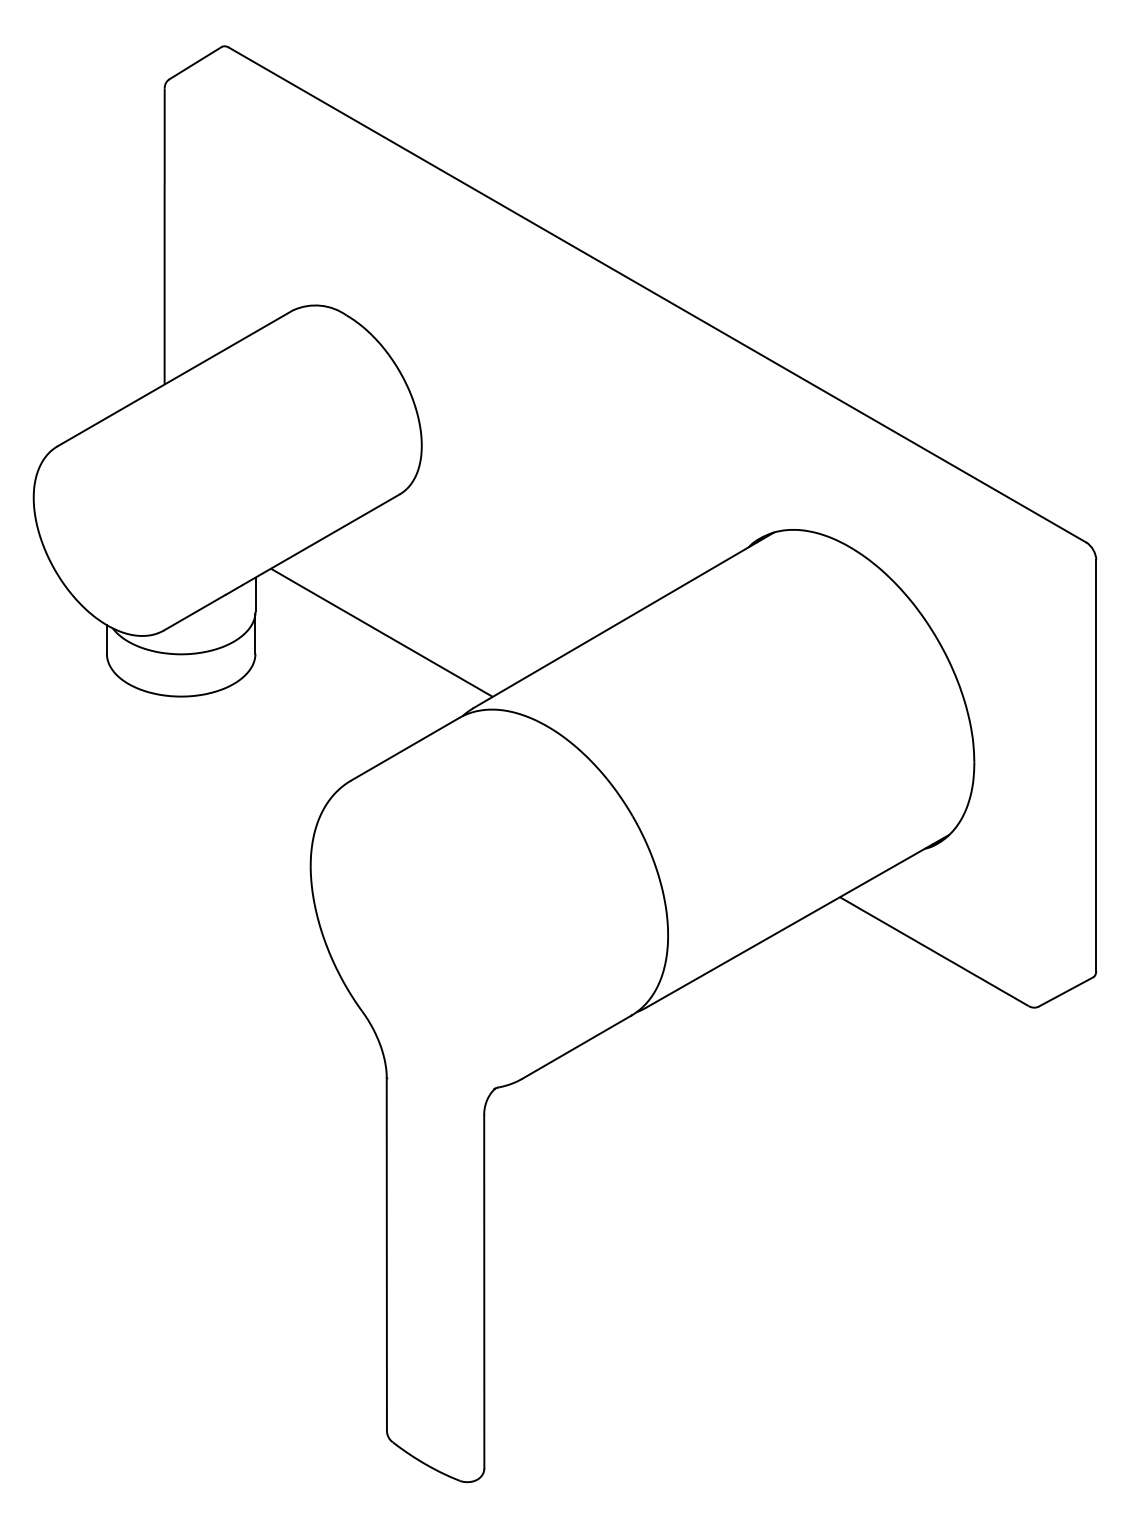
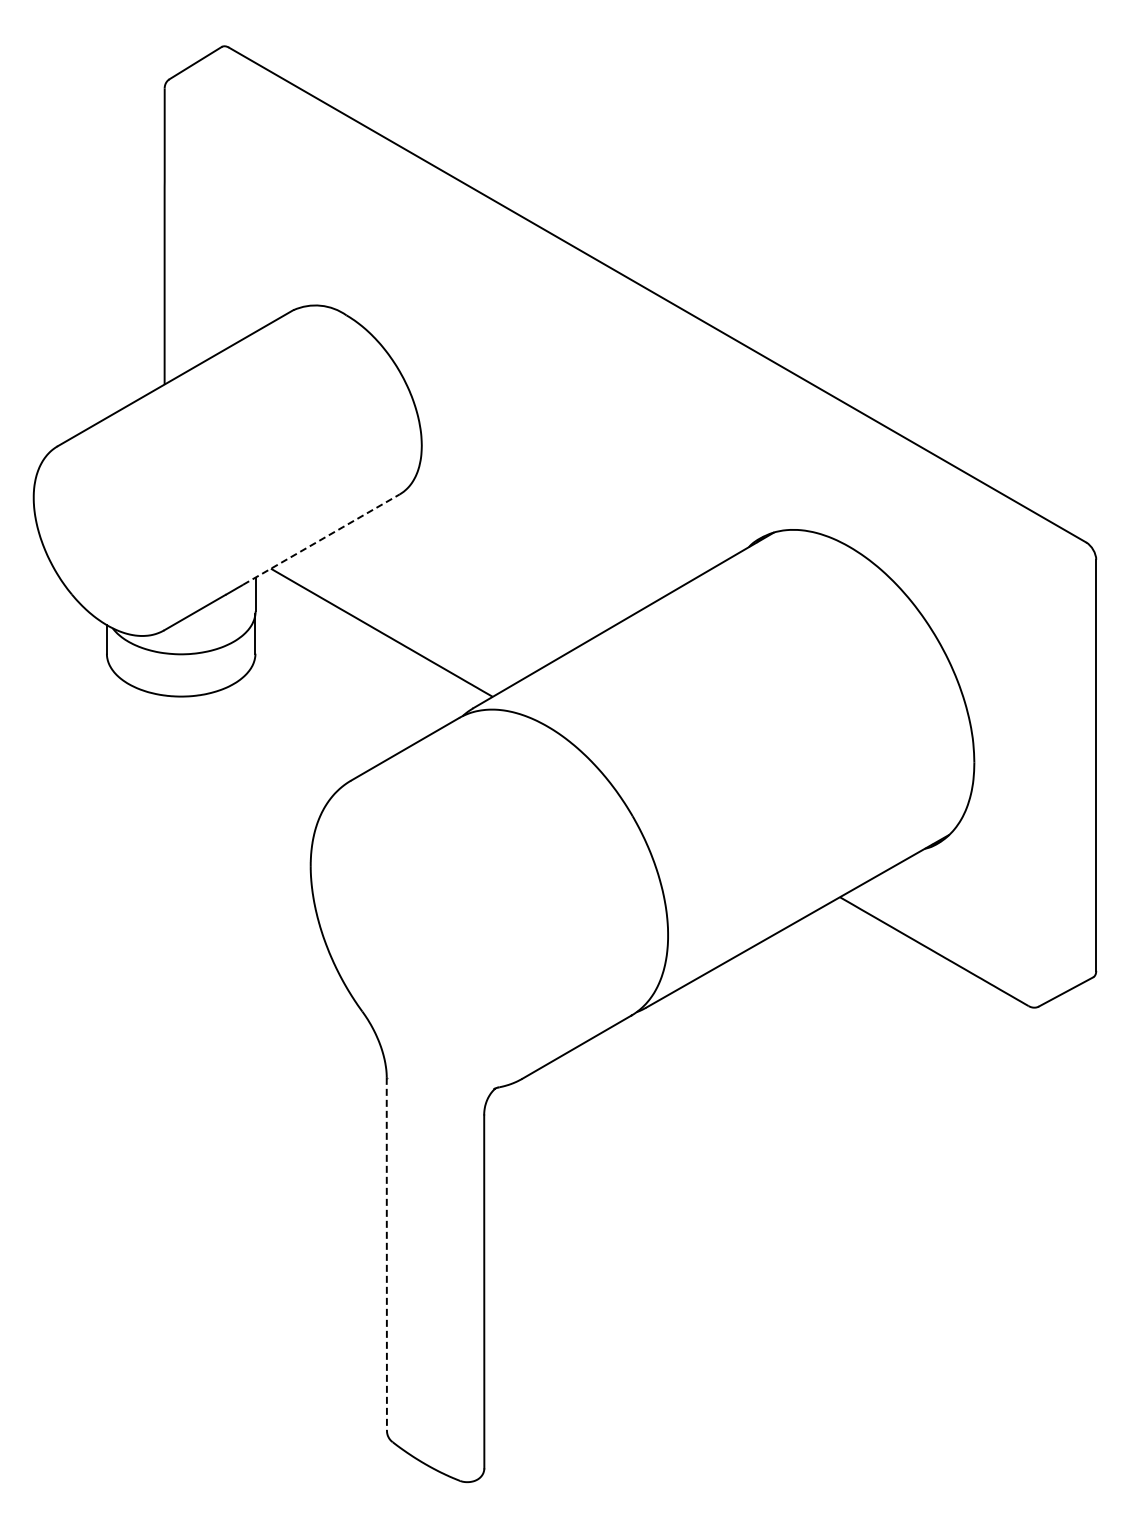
line at (321, 539): solid -> dashed
line at (386, 1254): solid -> dashed
